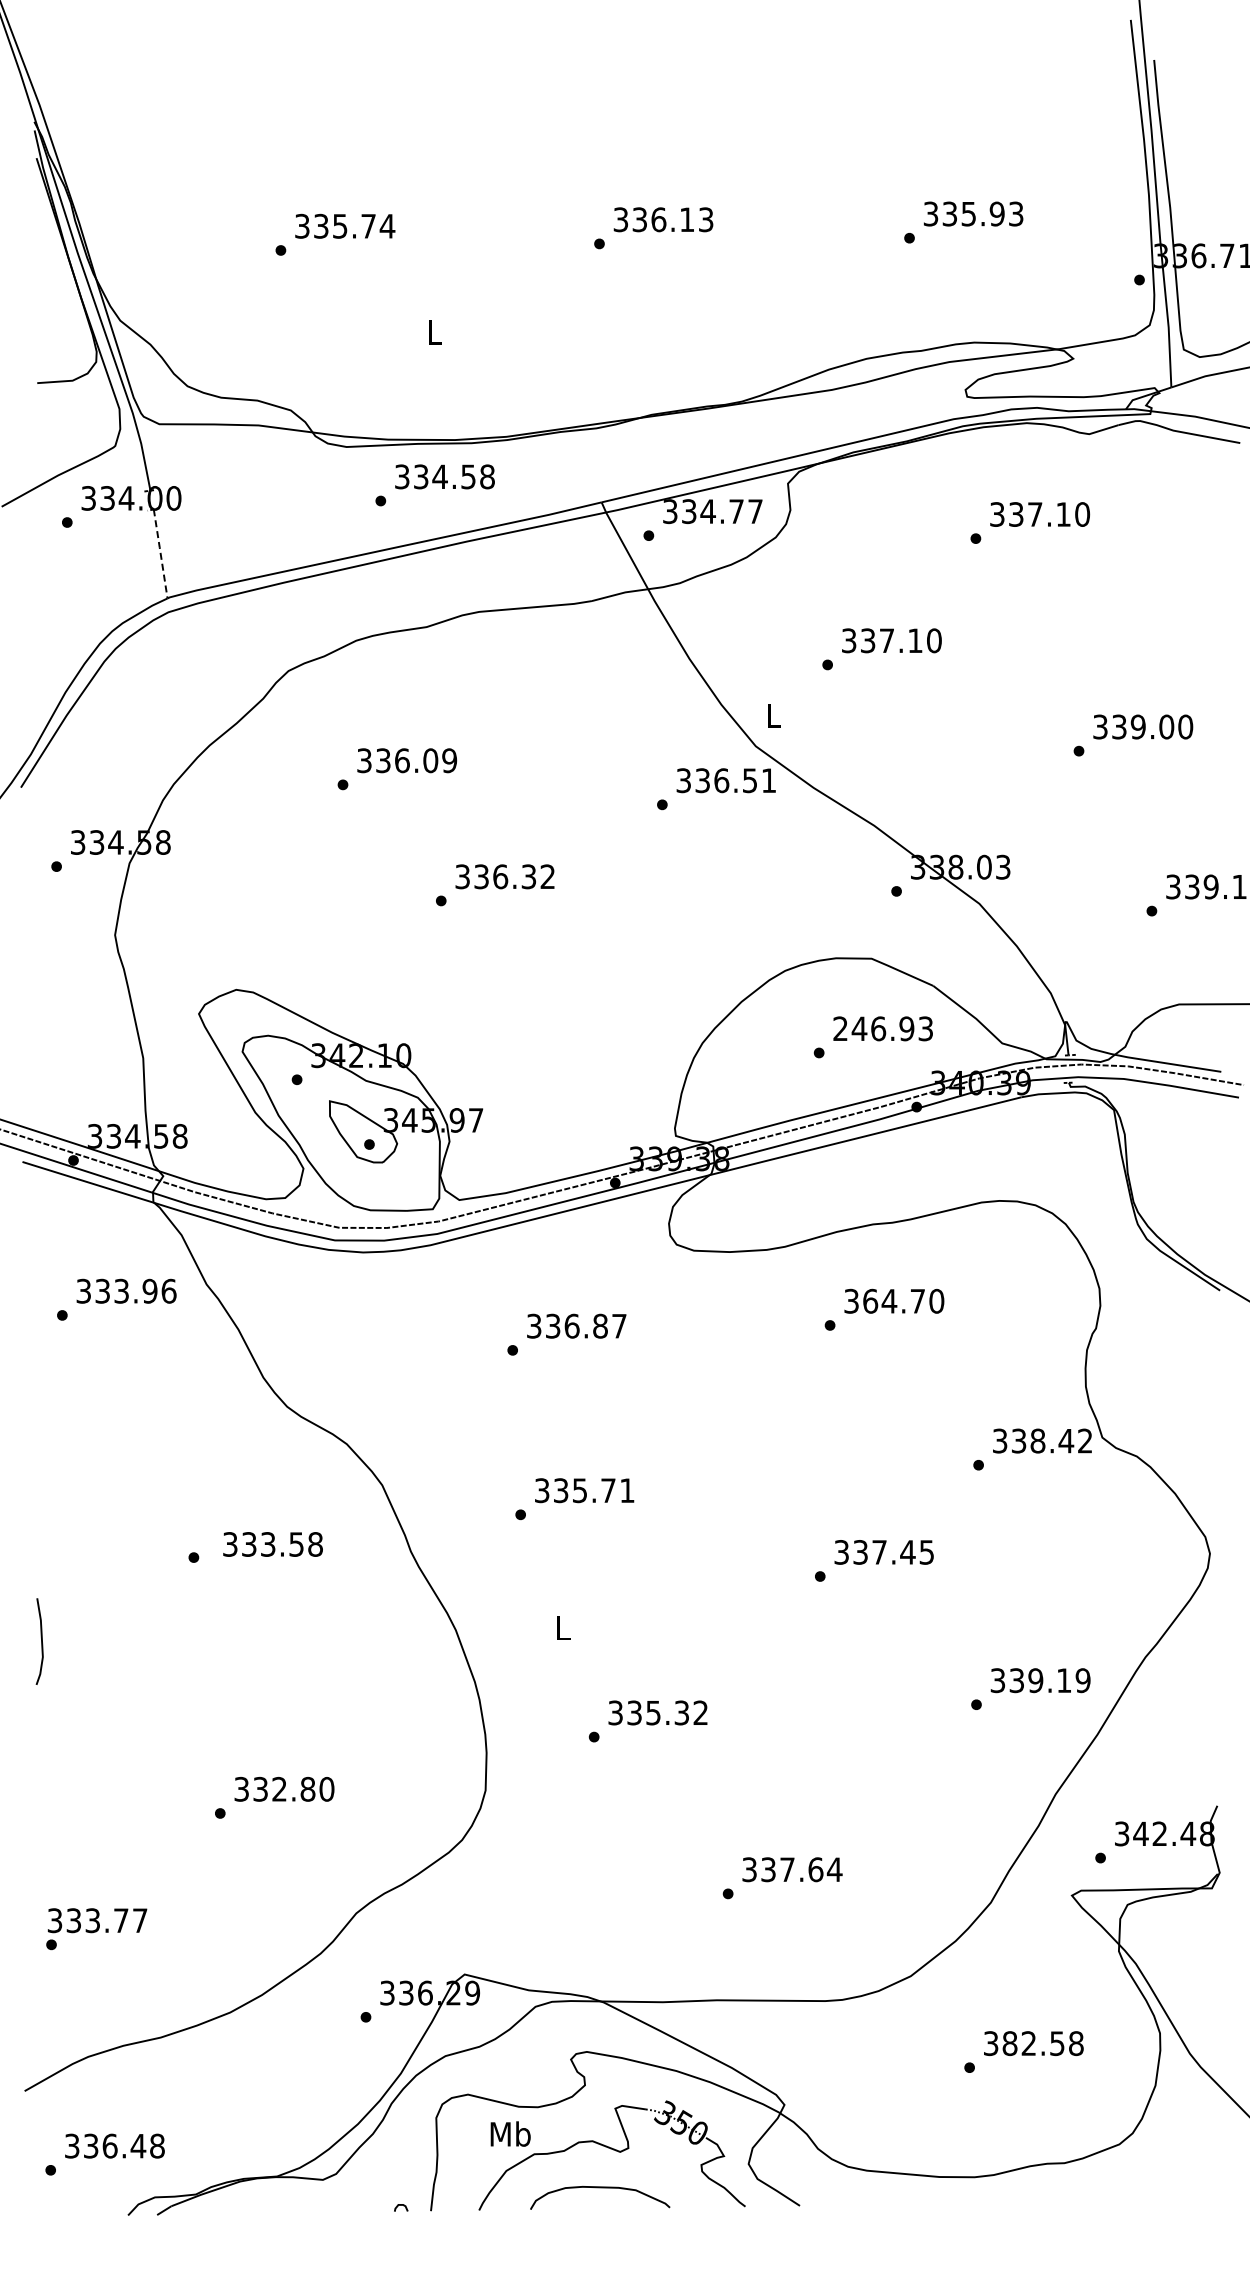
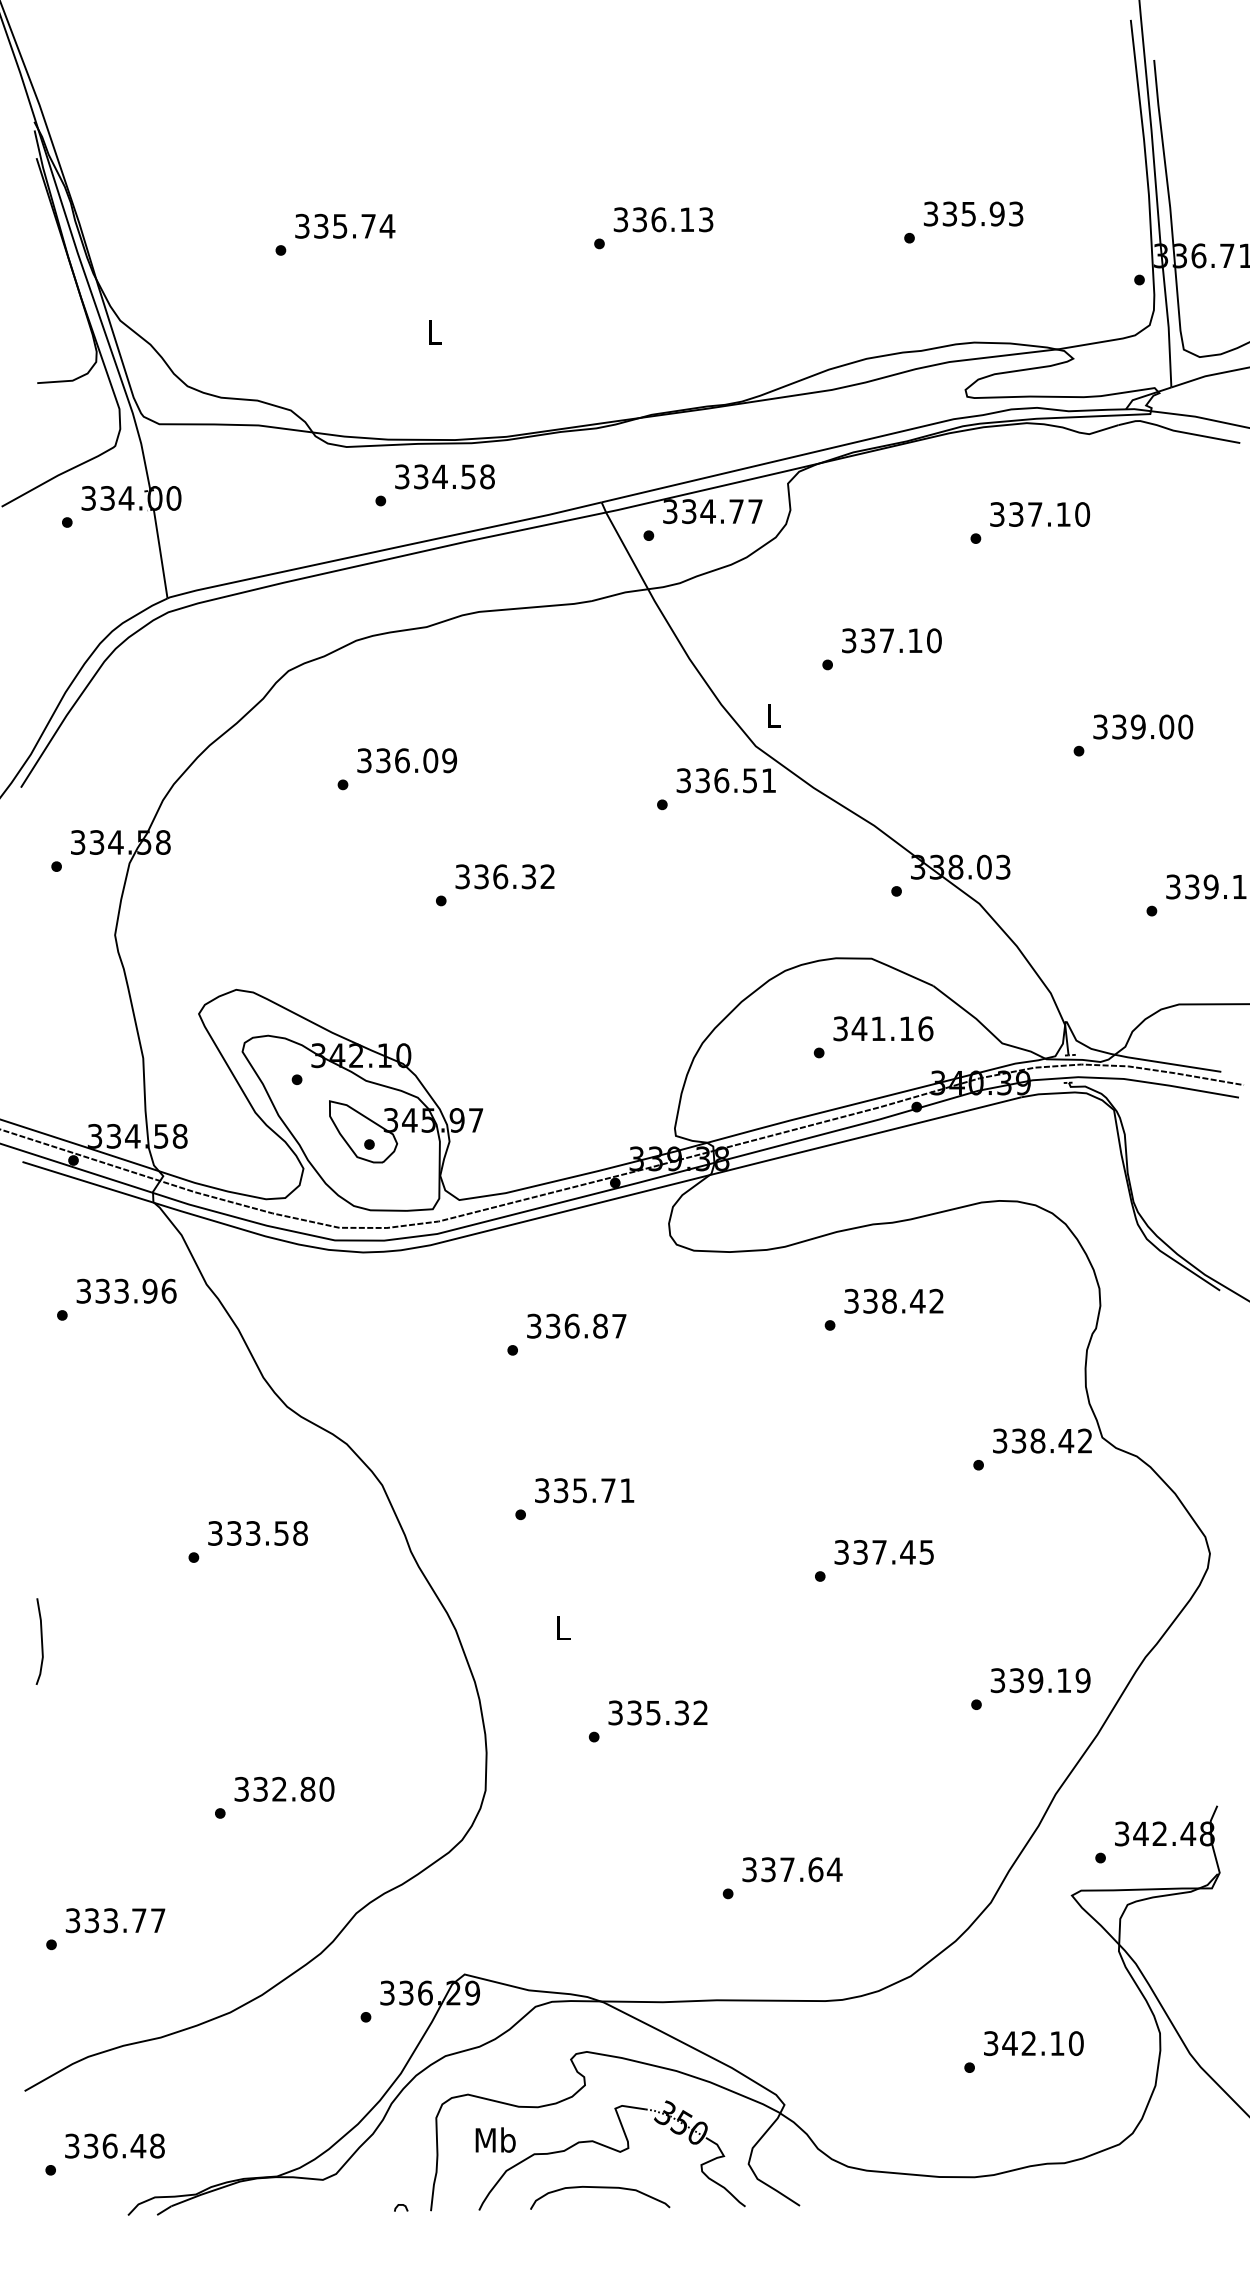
line at (160, 553): dashed -> solid
text at (883, 1028): 246.93 -> 341.16
text at (903, 1300): 364.70 -> 338.42
text at (272, 1544) position: (272, 1544) -> (257, 1533)
text at (97, 1920) position: (97, 1920) -> (115, 1920)
text at (1042, 2043): 382.58 -> 342.10
text at (510, 2133) position: (510, 2133) -> (495, 2139)
